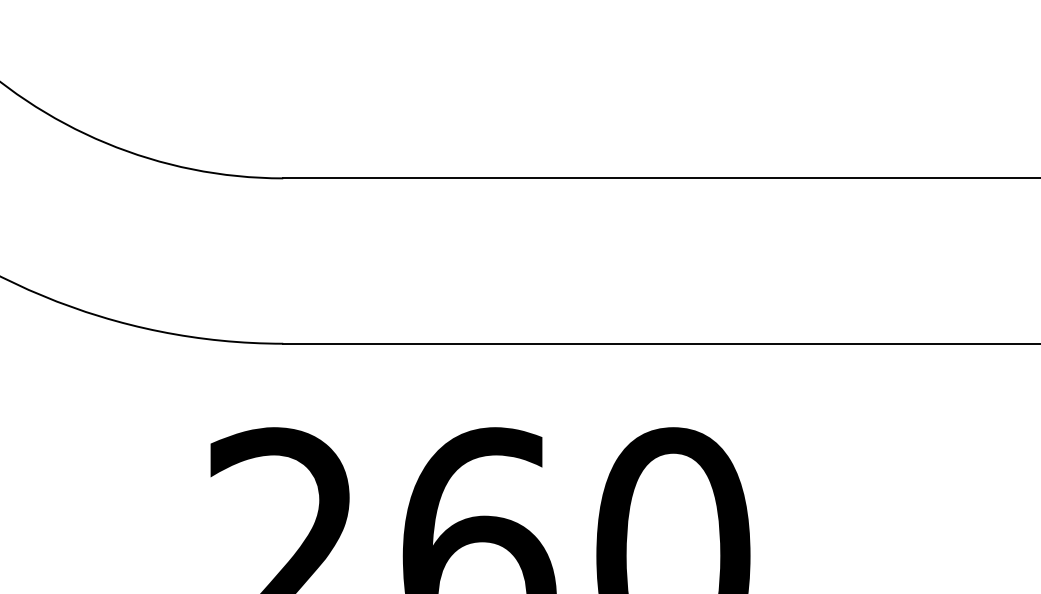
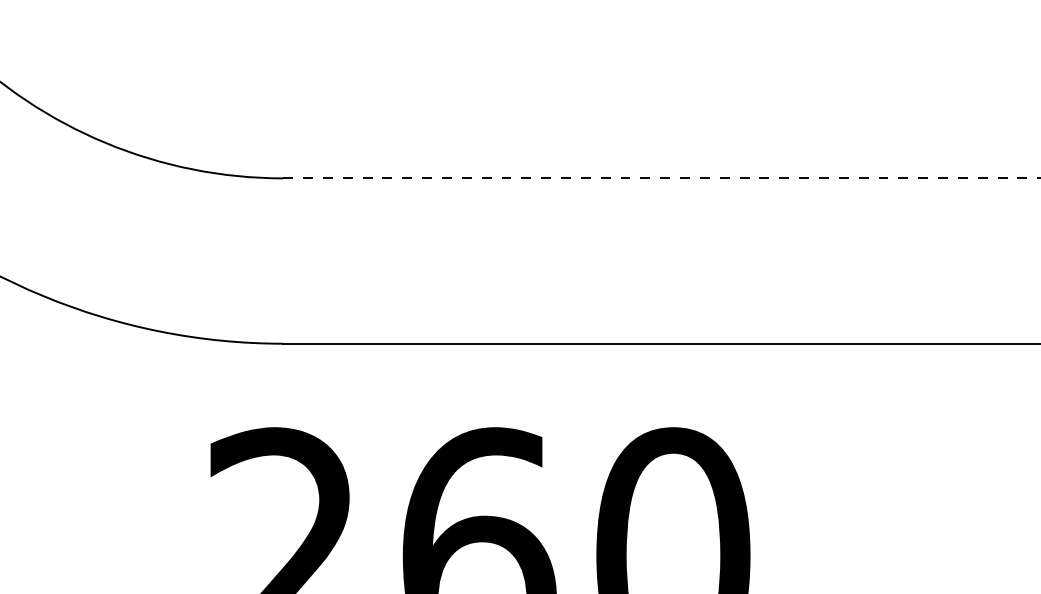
line at (661, 178): solid -> dashed
